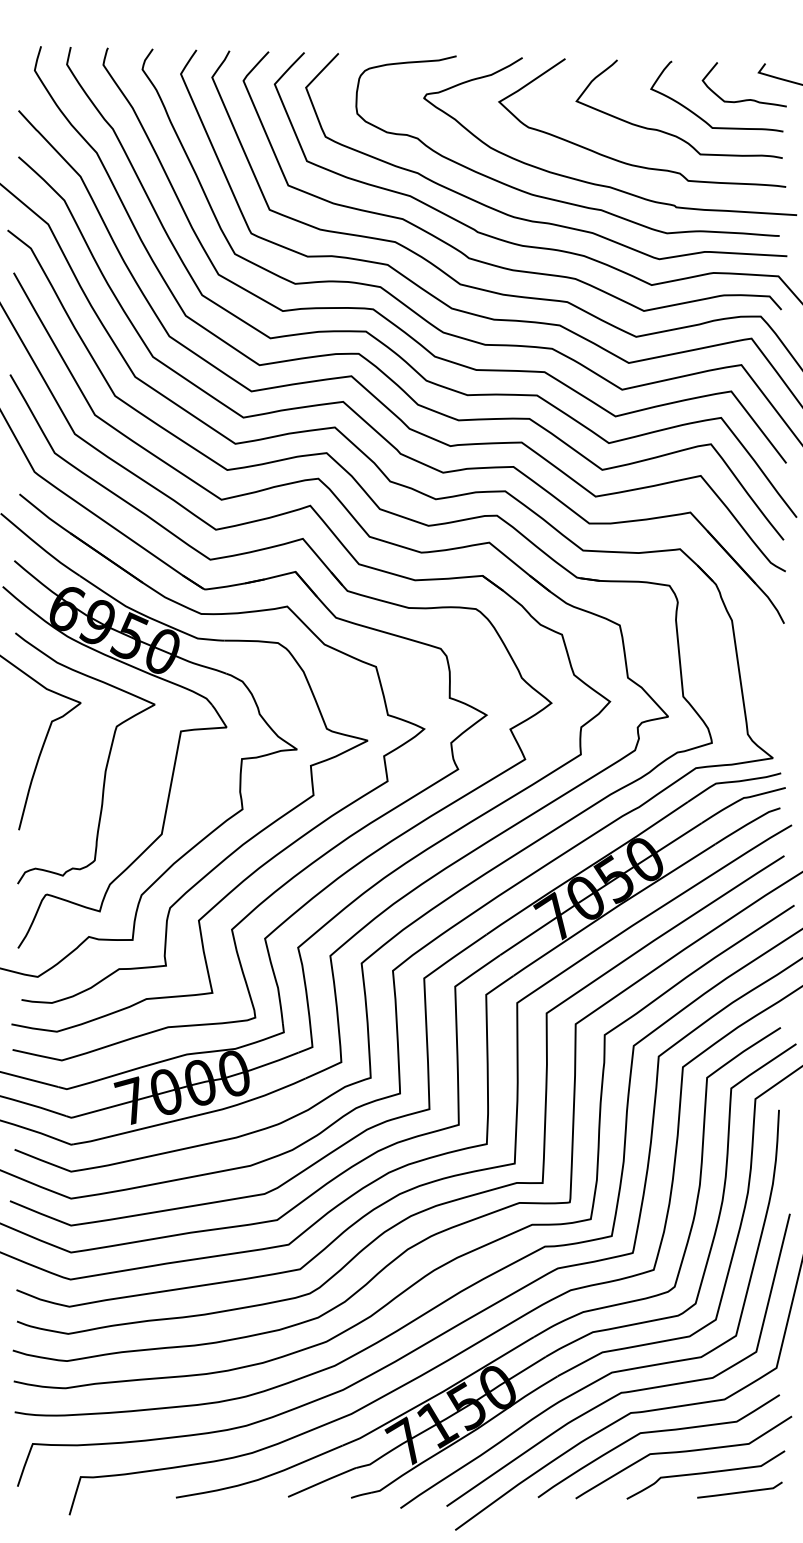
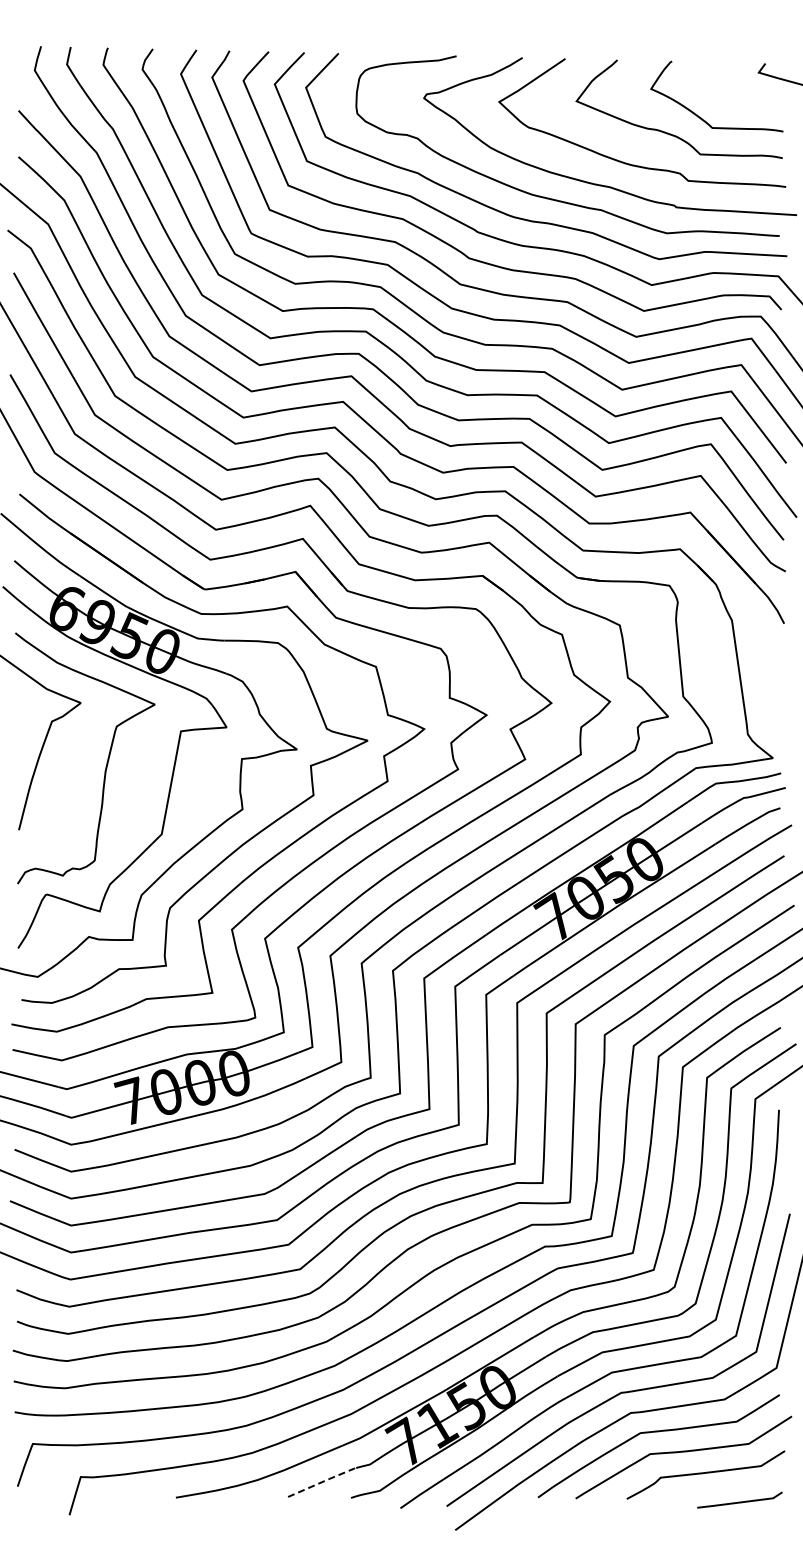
curve at (743, 99): present -> none
line at (323, 1481): solid -> dashed
line at (739, 1491) position: (739, 1491) -> (739, 1501)
